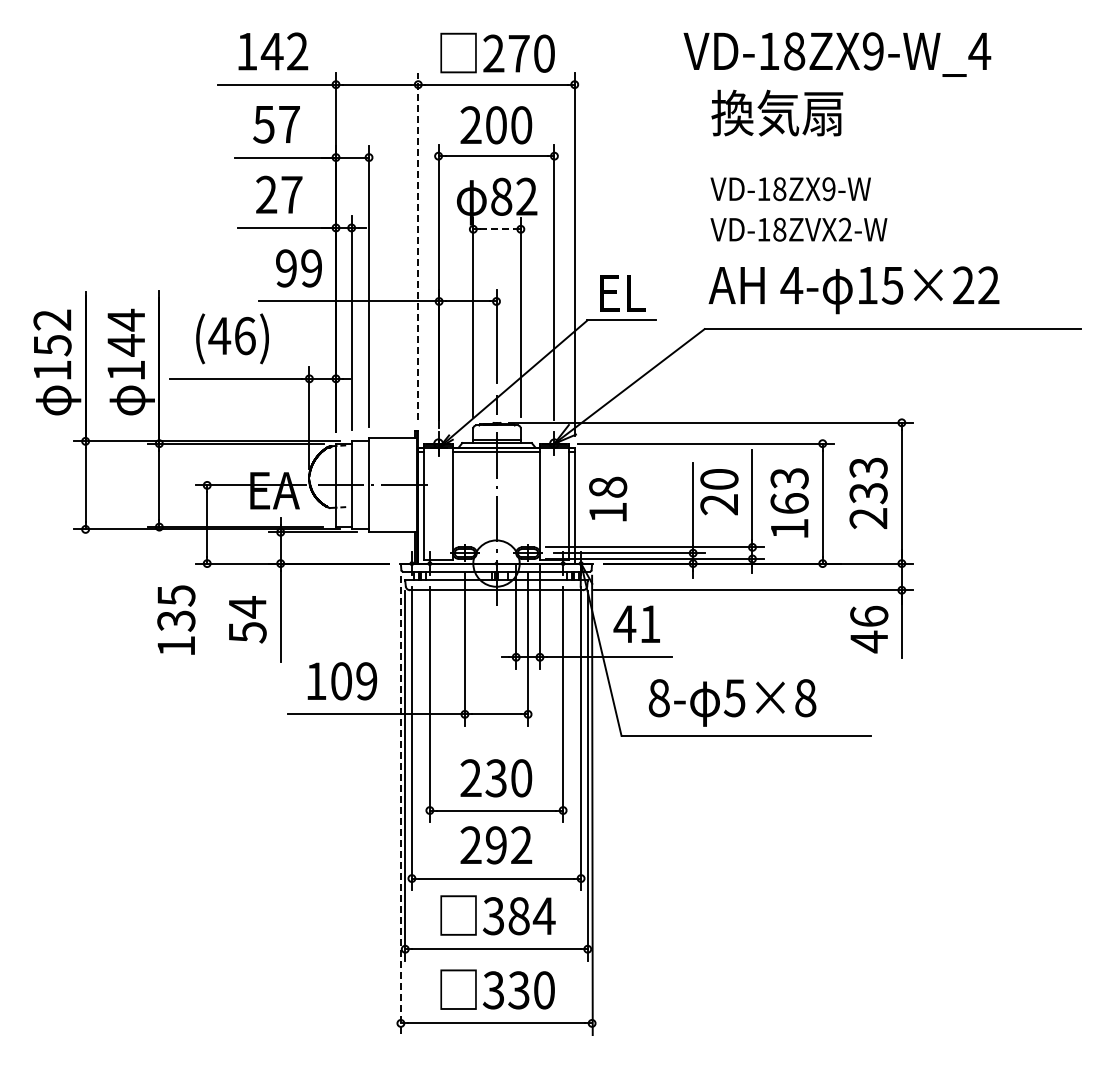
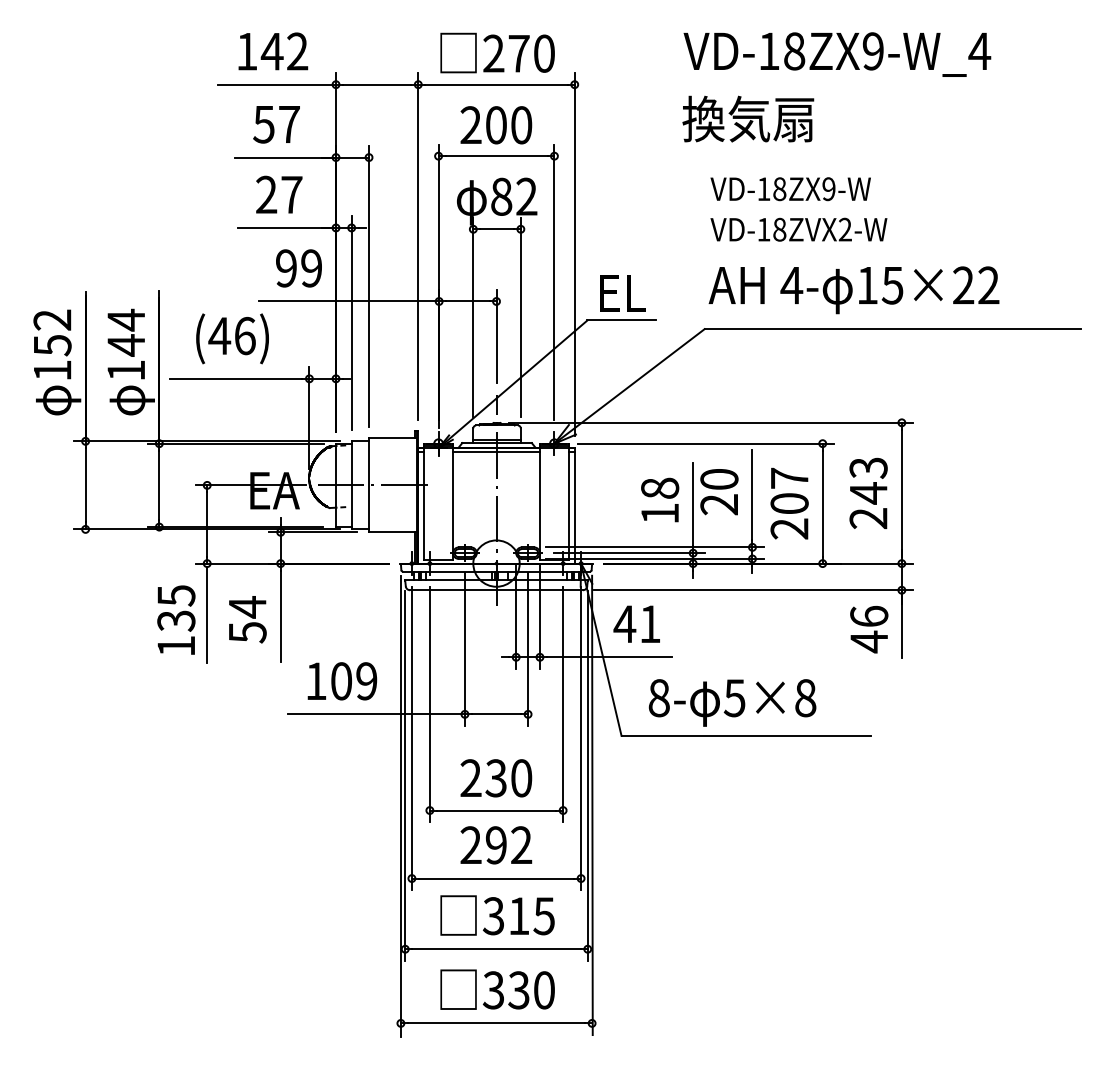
text at (777, 112) position: (777, 112) -> (748, 118)
line at (497, 229): dashed -> solid
line at (418, 246): dashed -> solid
text at (868, 493): 233 -> 243
text at (608, 498) position: (608, 498) -> (660, 499)
text at (789, 503): 163 -> 207
line at (207, 614): none -> present
line at (400, 806): dashed -> solid
text at (531, 916): 384 -> 315
